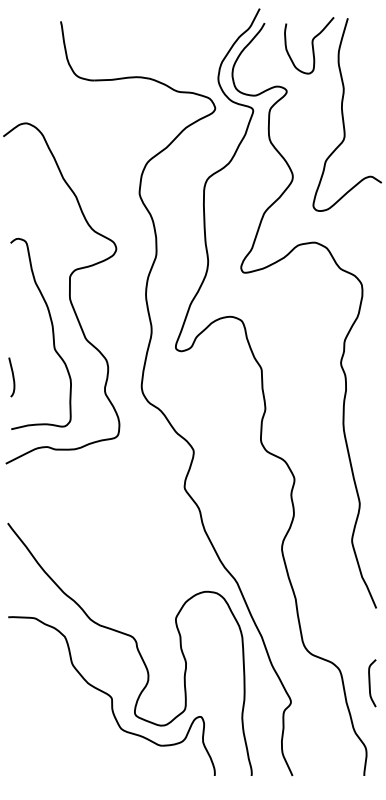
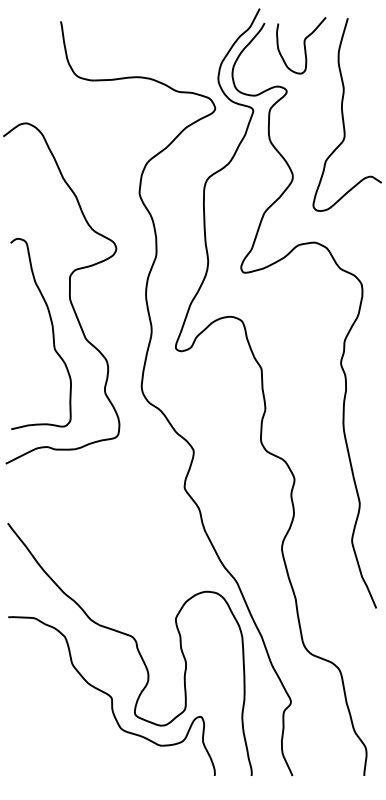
curve at (311, 45) position: (311, 45) -> (303, 45)
curve at (12, 377): present -> none
curve at (370, 683): present -> none
